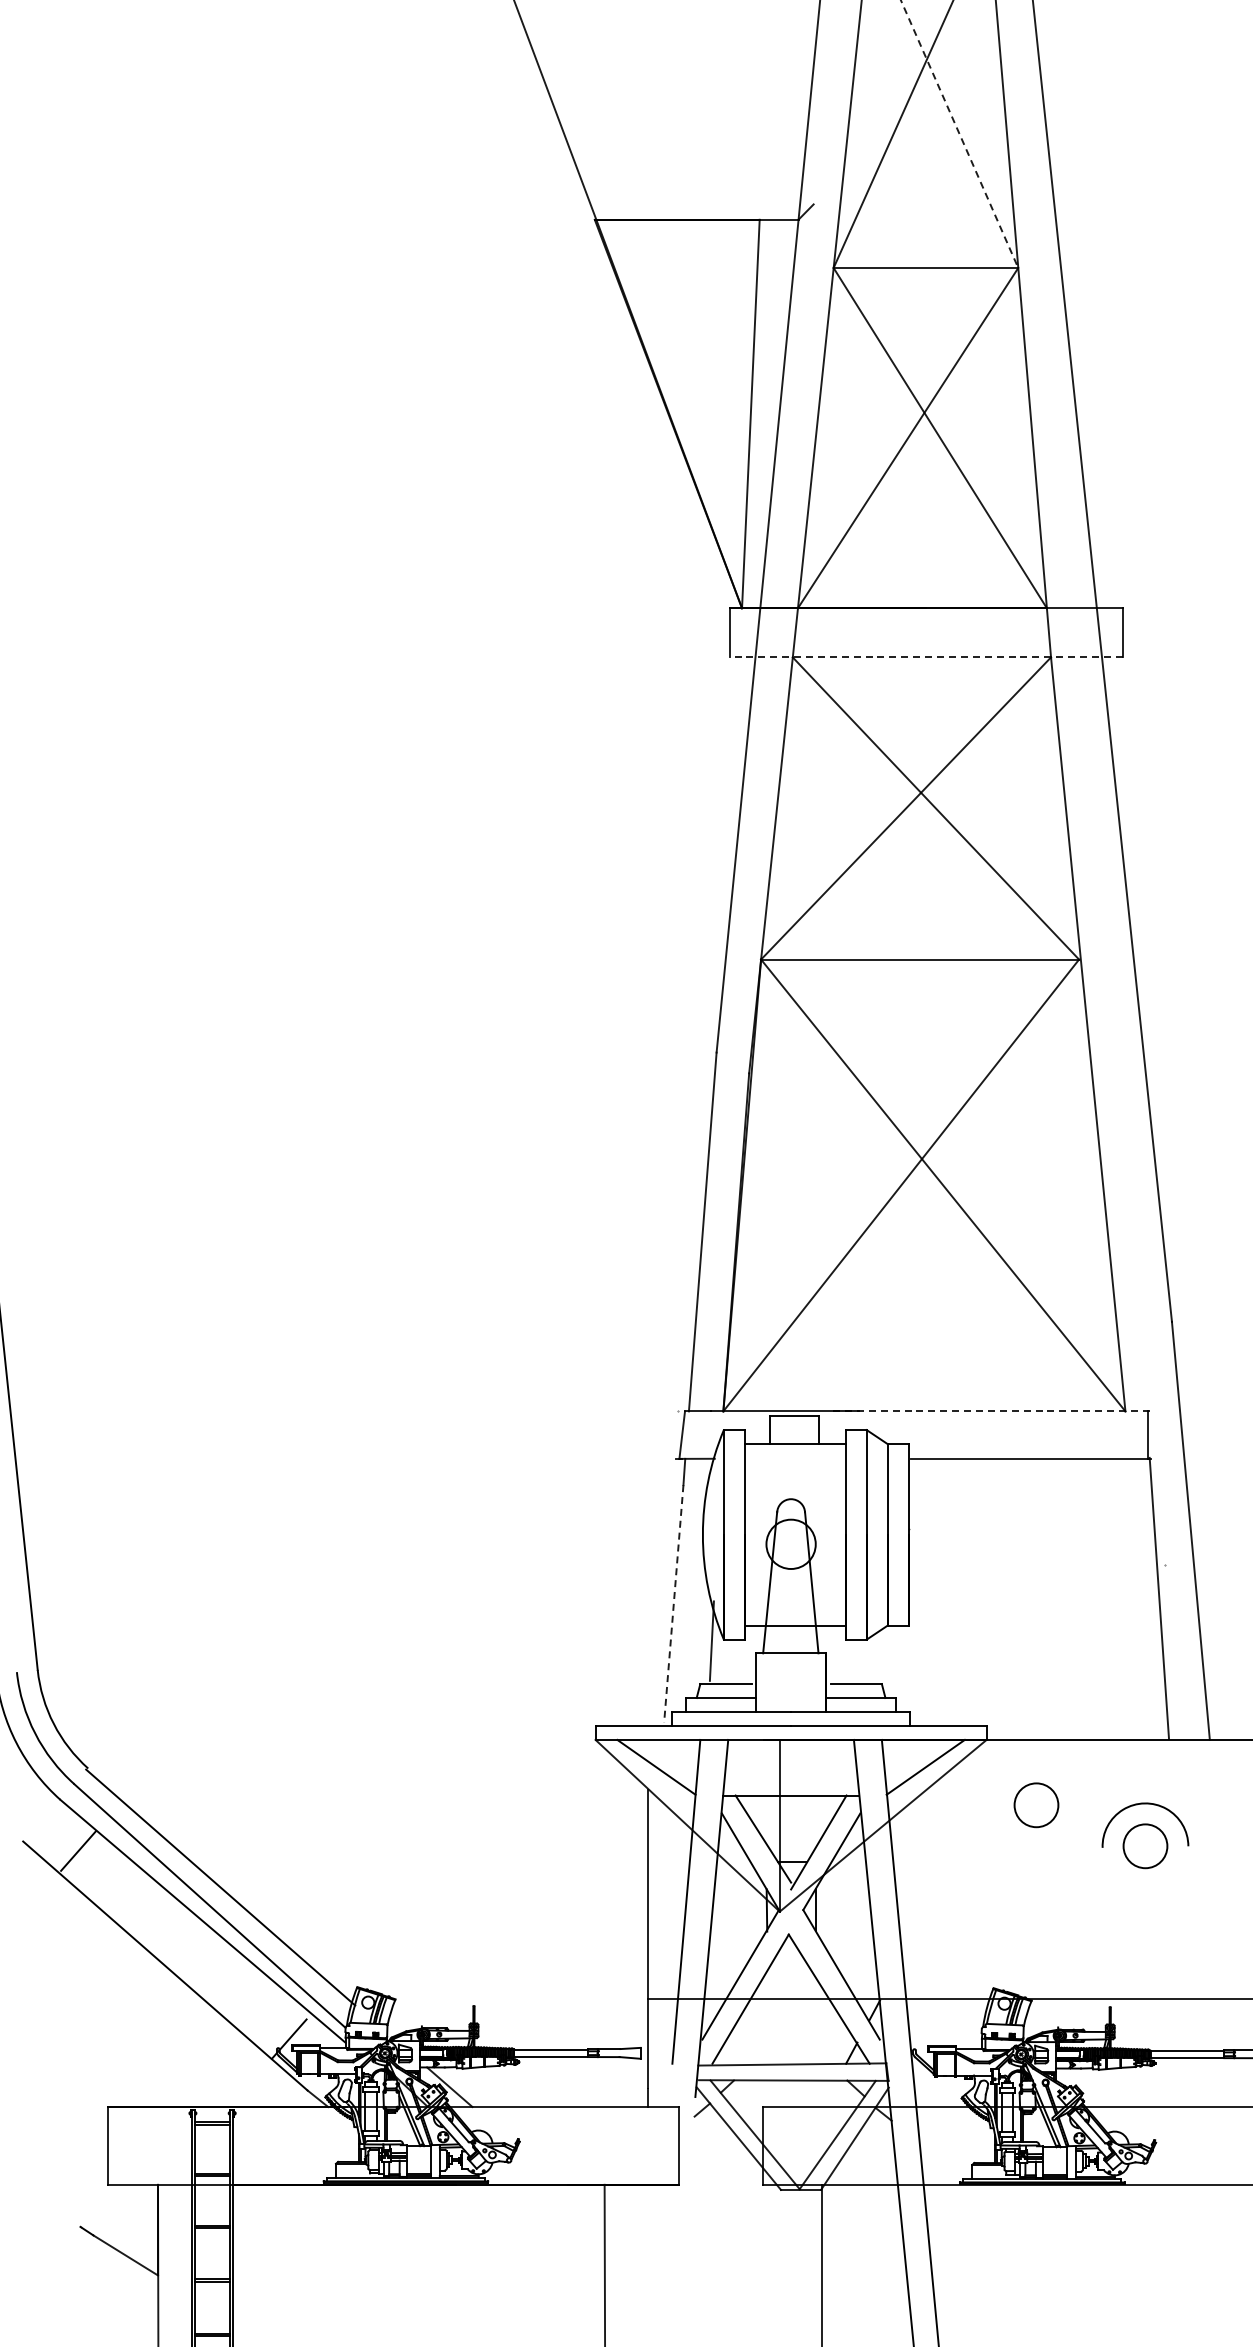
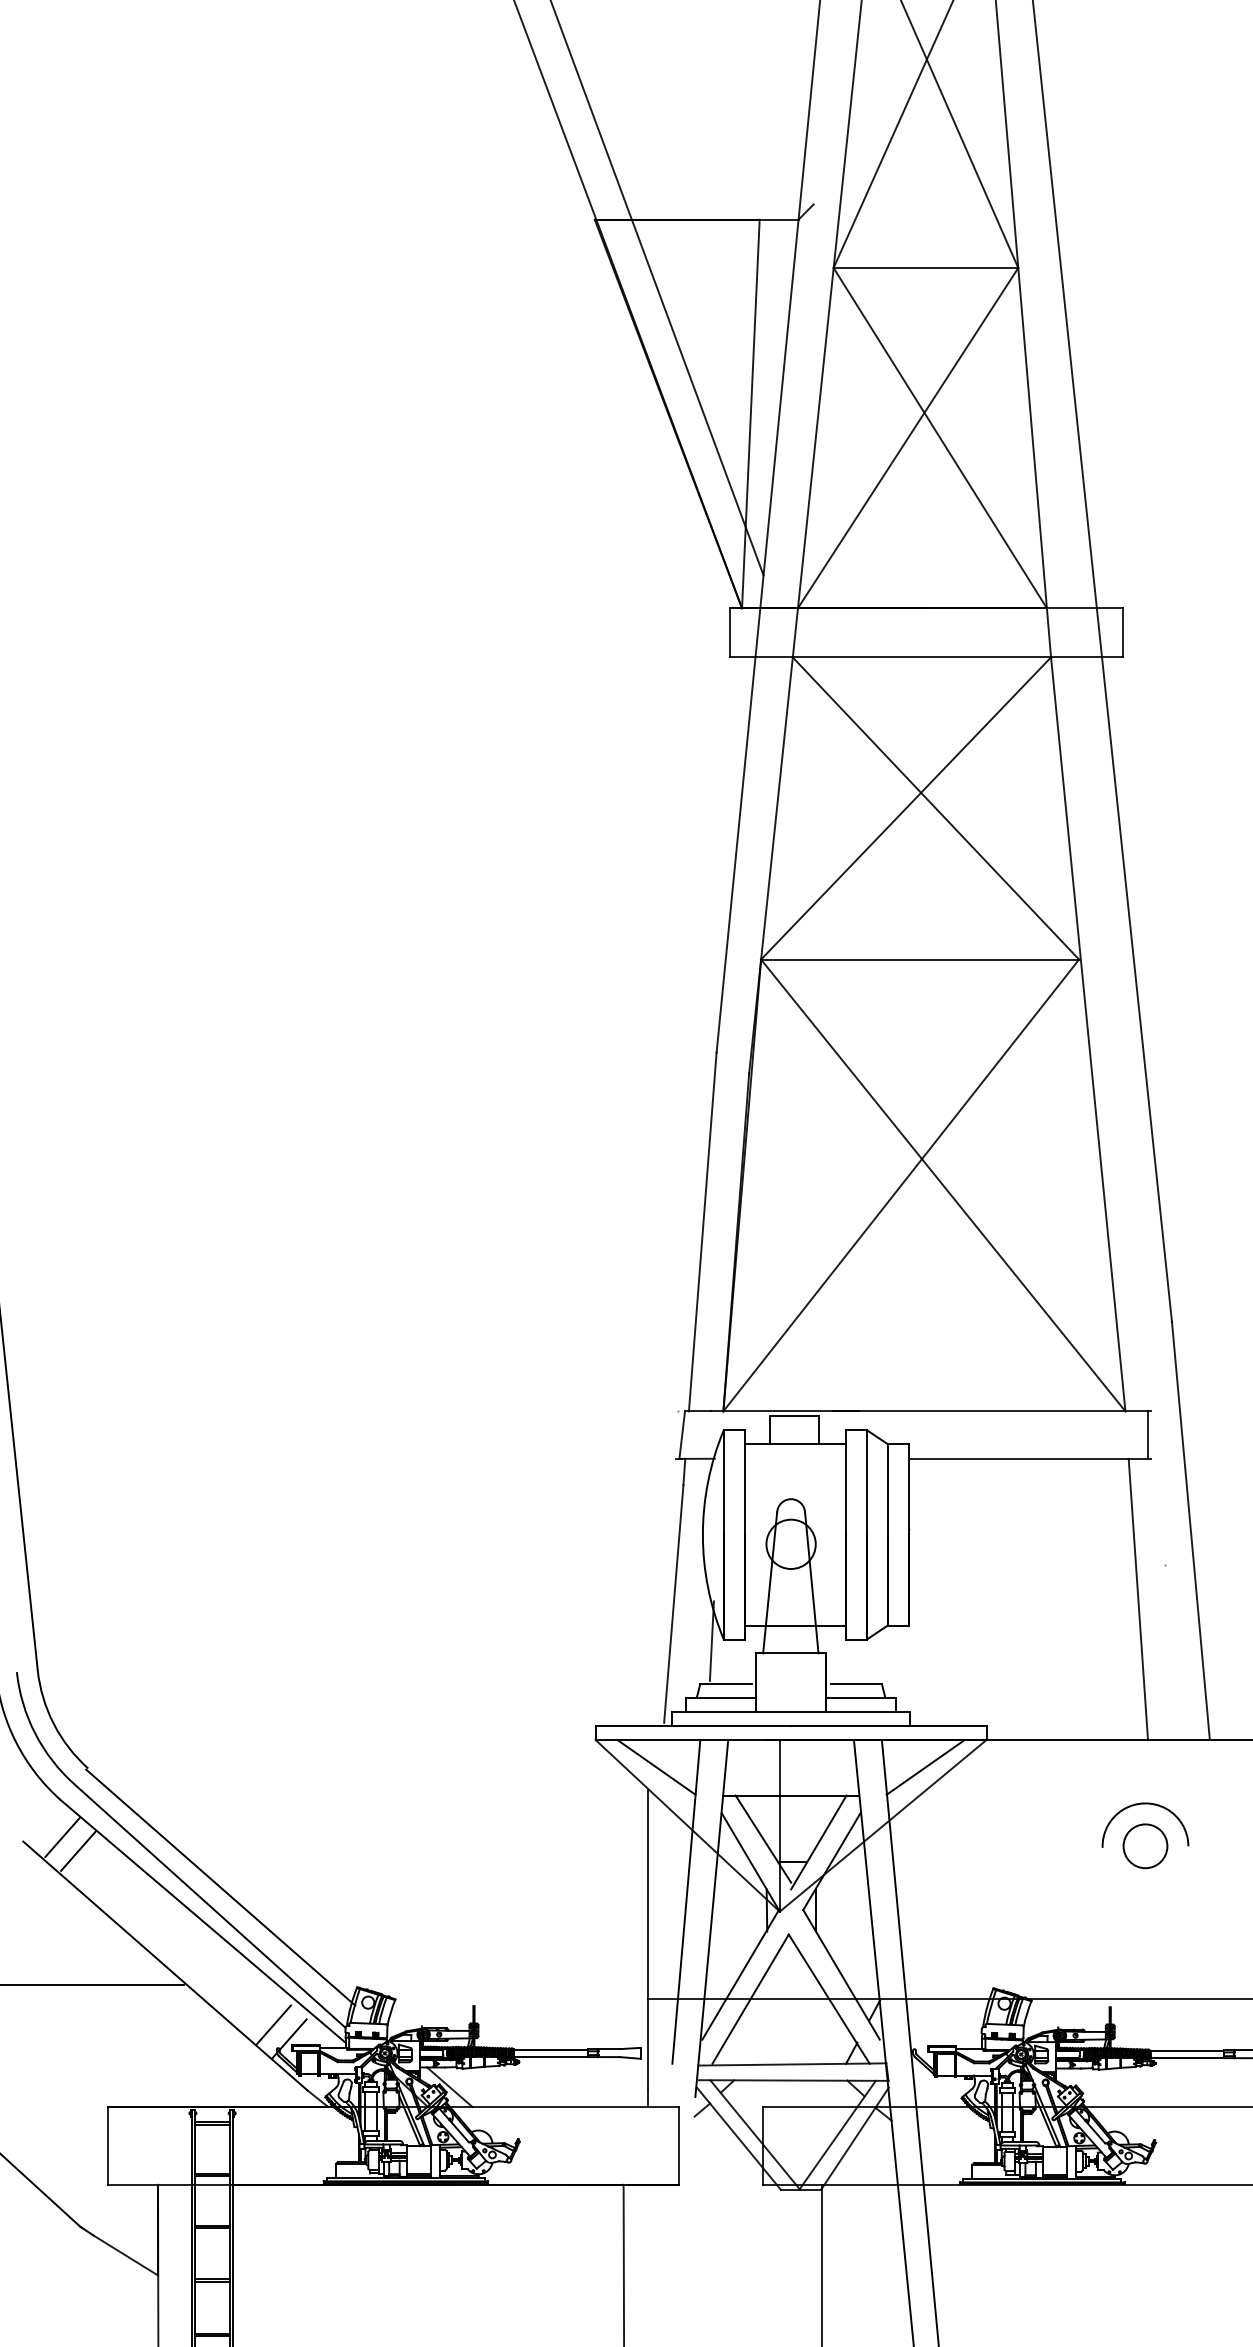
line at (959, 134): dashed -> solid
line at (657, 288): none -> present
line at (925, 657): dashed -> solid
line at (992, 1411): dashed -> solid
line at (1158, 1597) position: (1158, 1597) -> (1137, 1598)
line at (673, 1604): dashed -> solid
circle at (1036, 1805): present -> none
line at (62, 1836): none -> present
line at (92, 1984): none -> present
line at (273, 2024): none -> present
line at (41, 2190): none -> present
line at (604, 2263) position: (604, 2263) -> (623, 2263)
